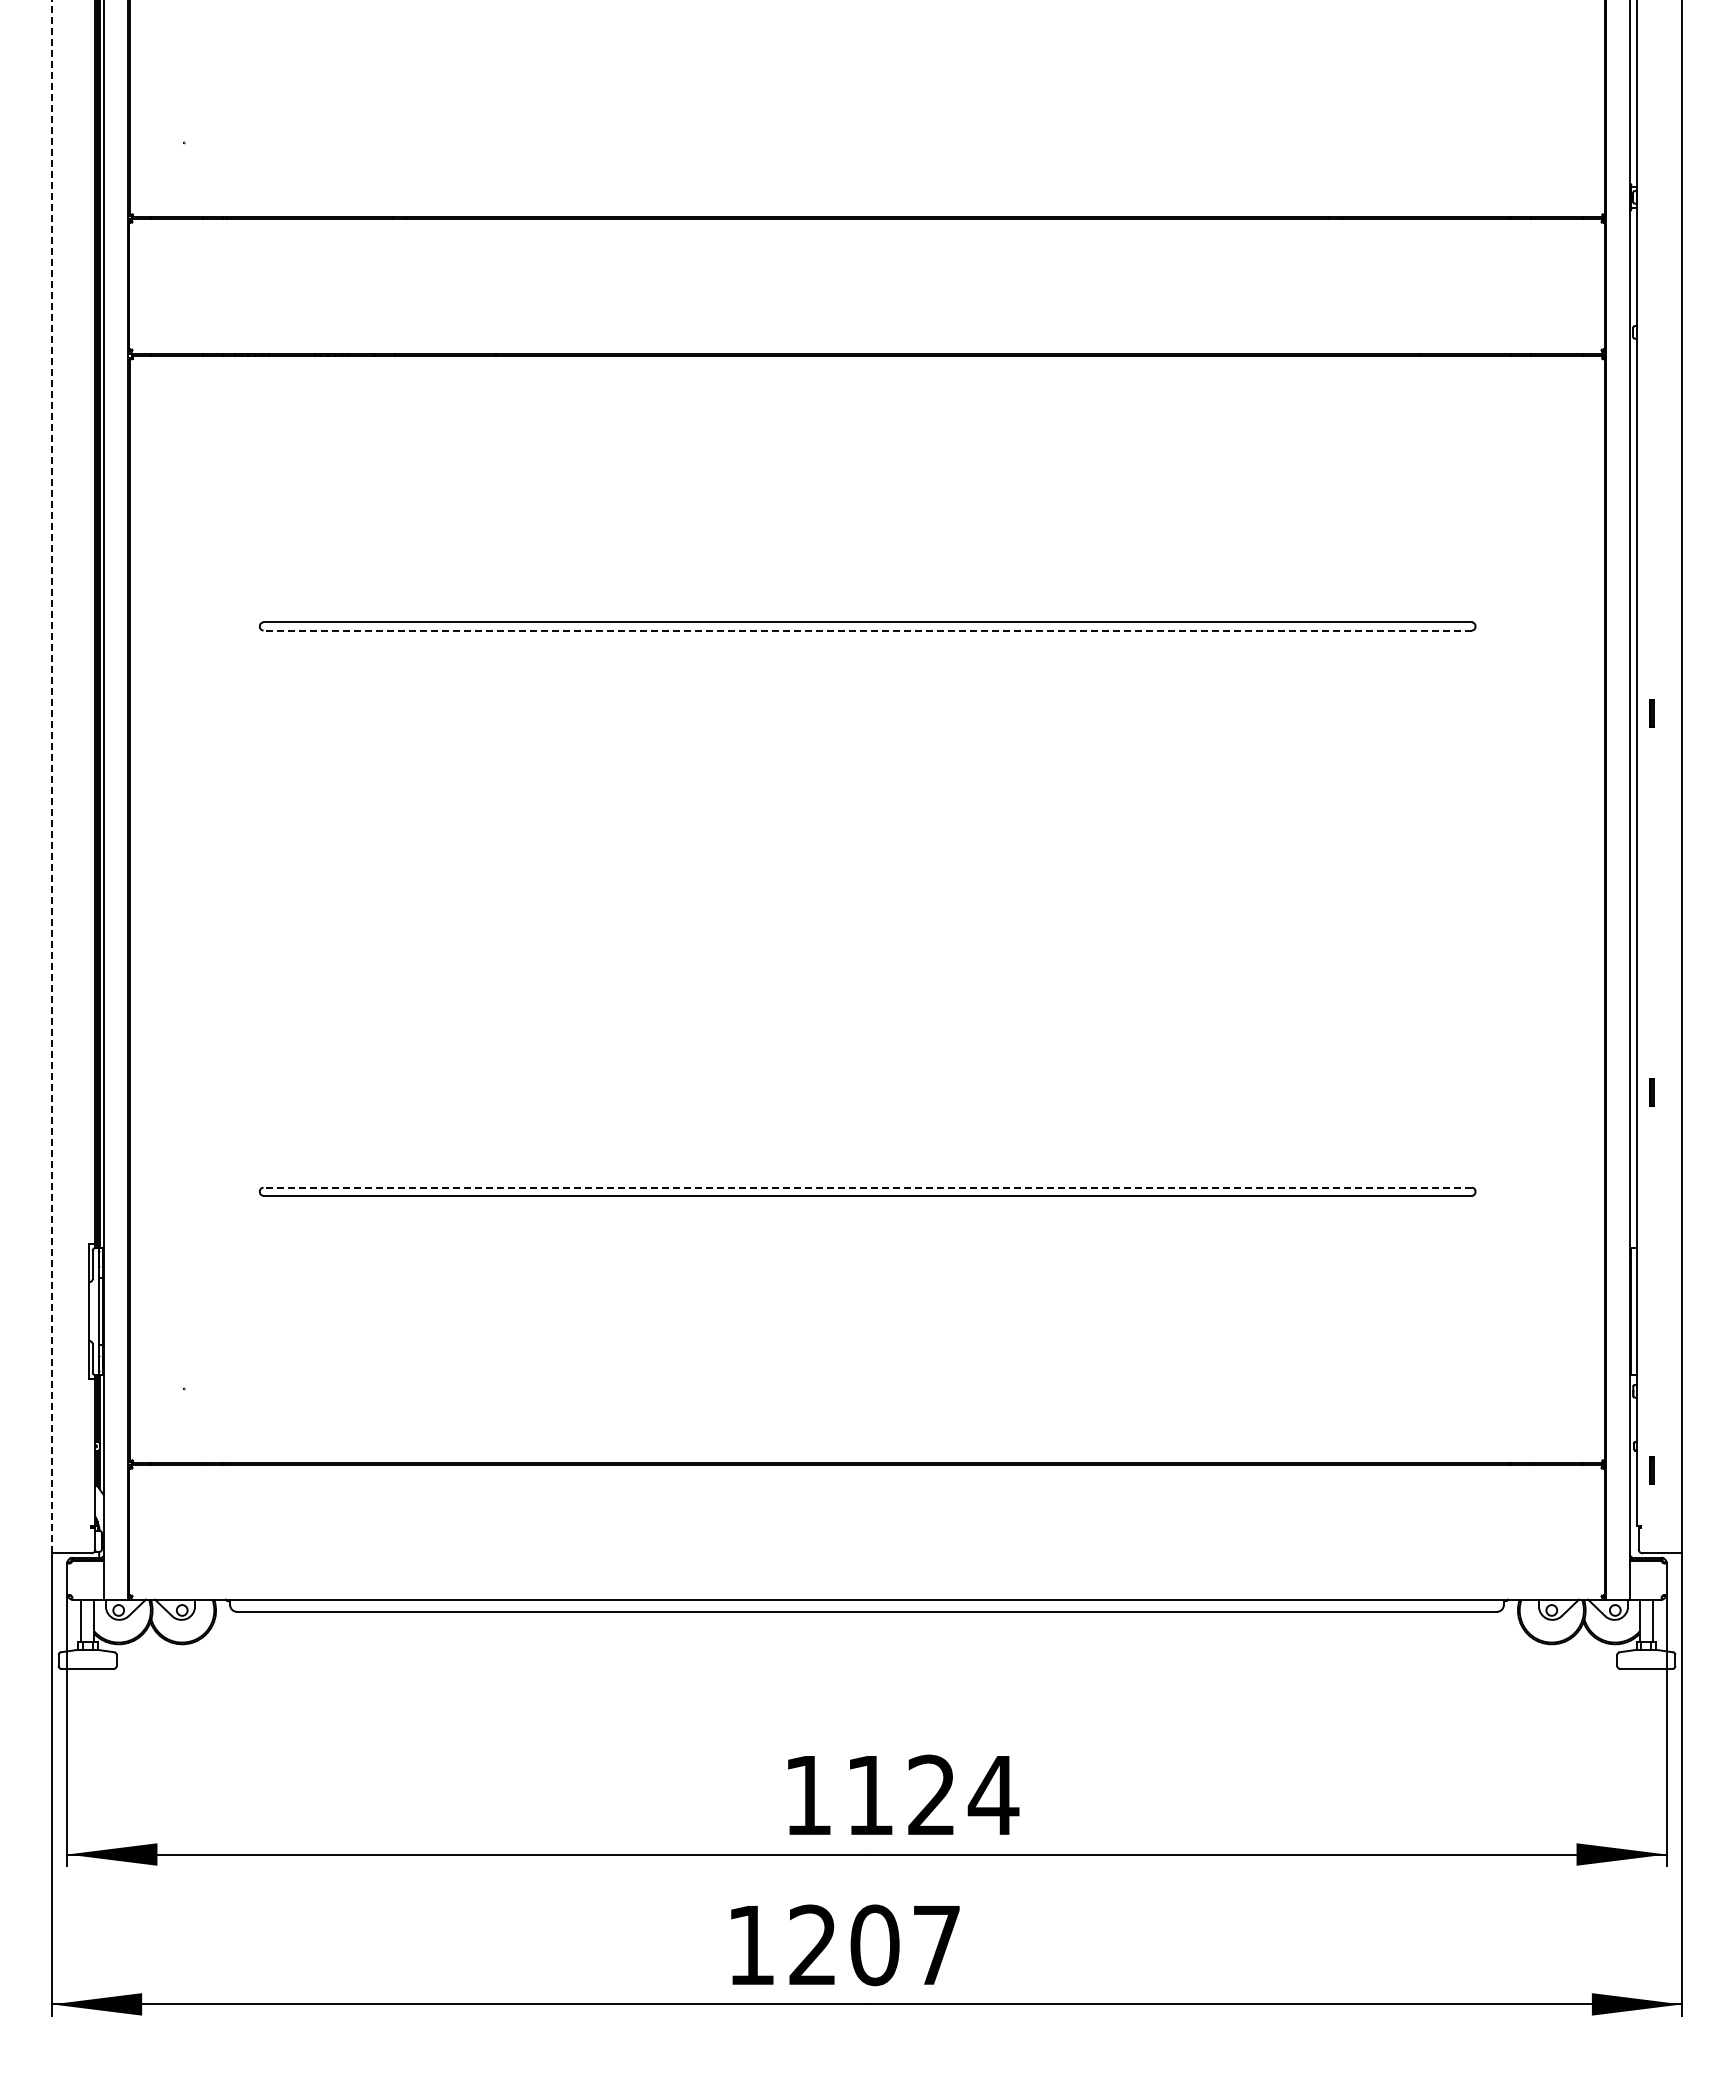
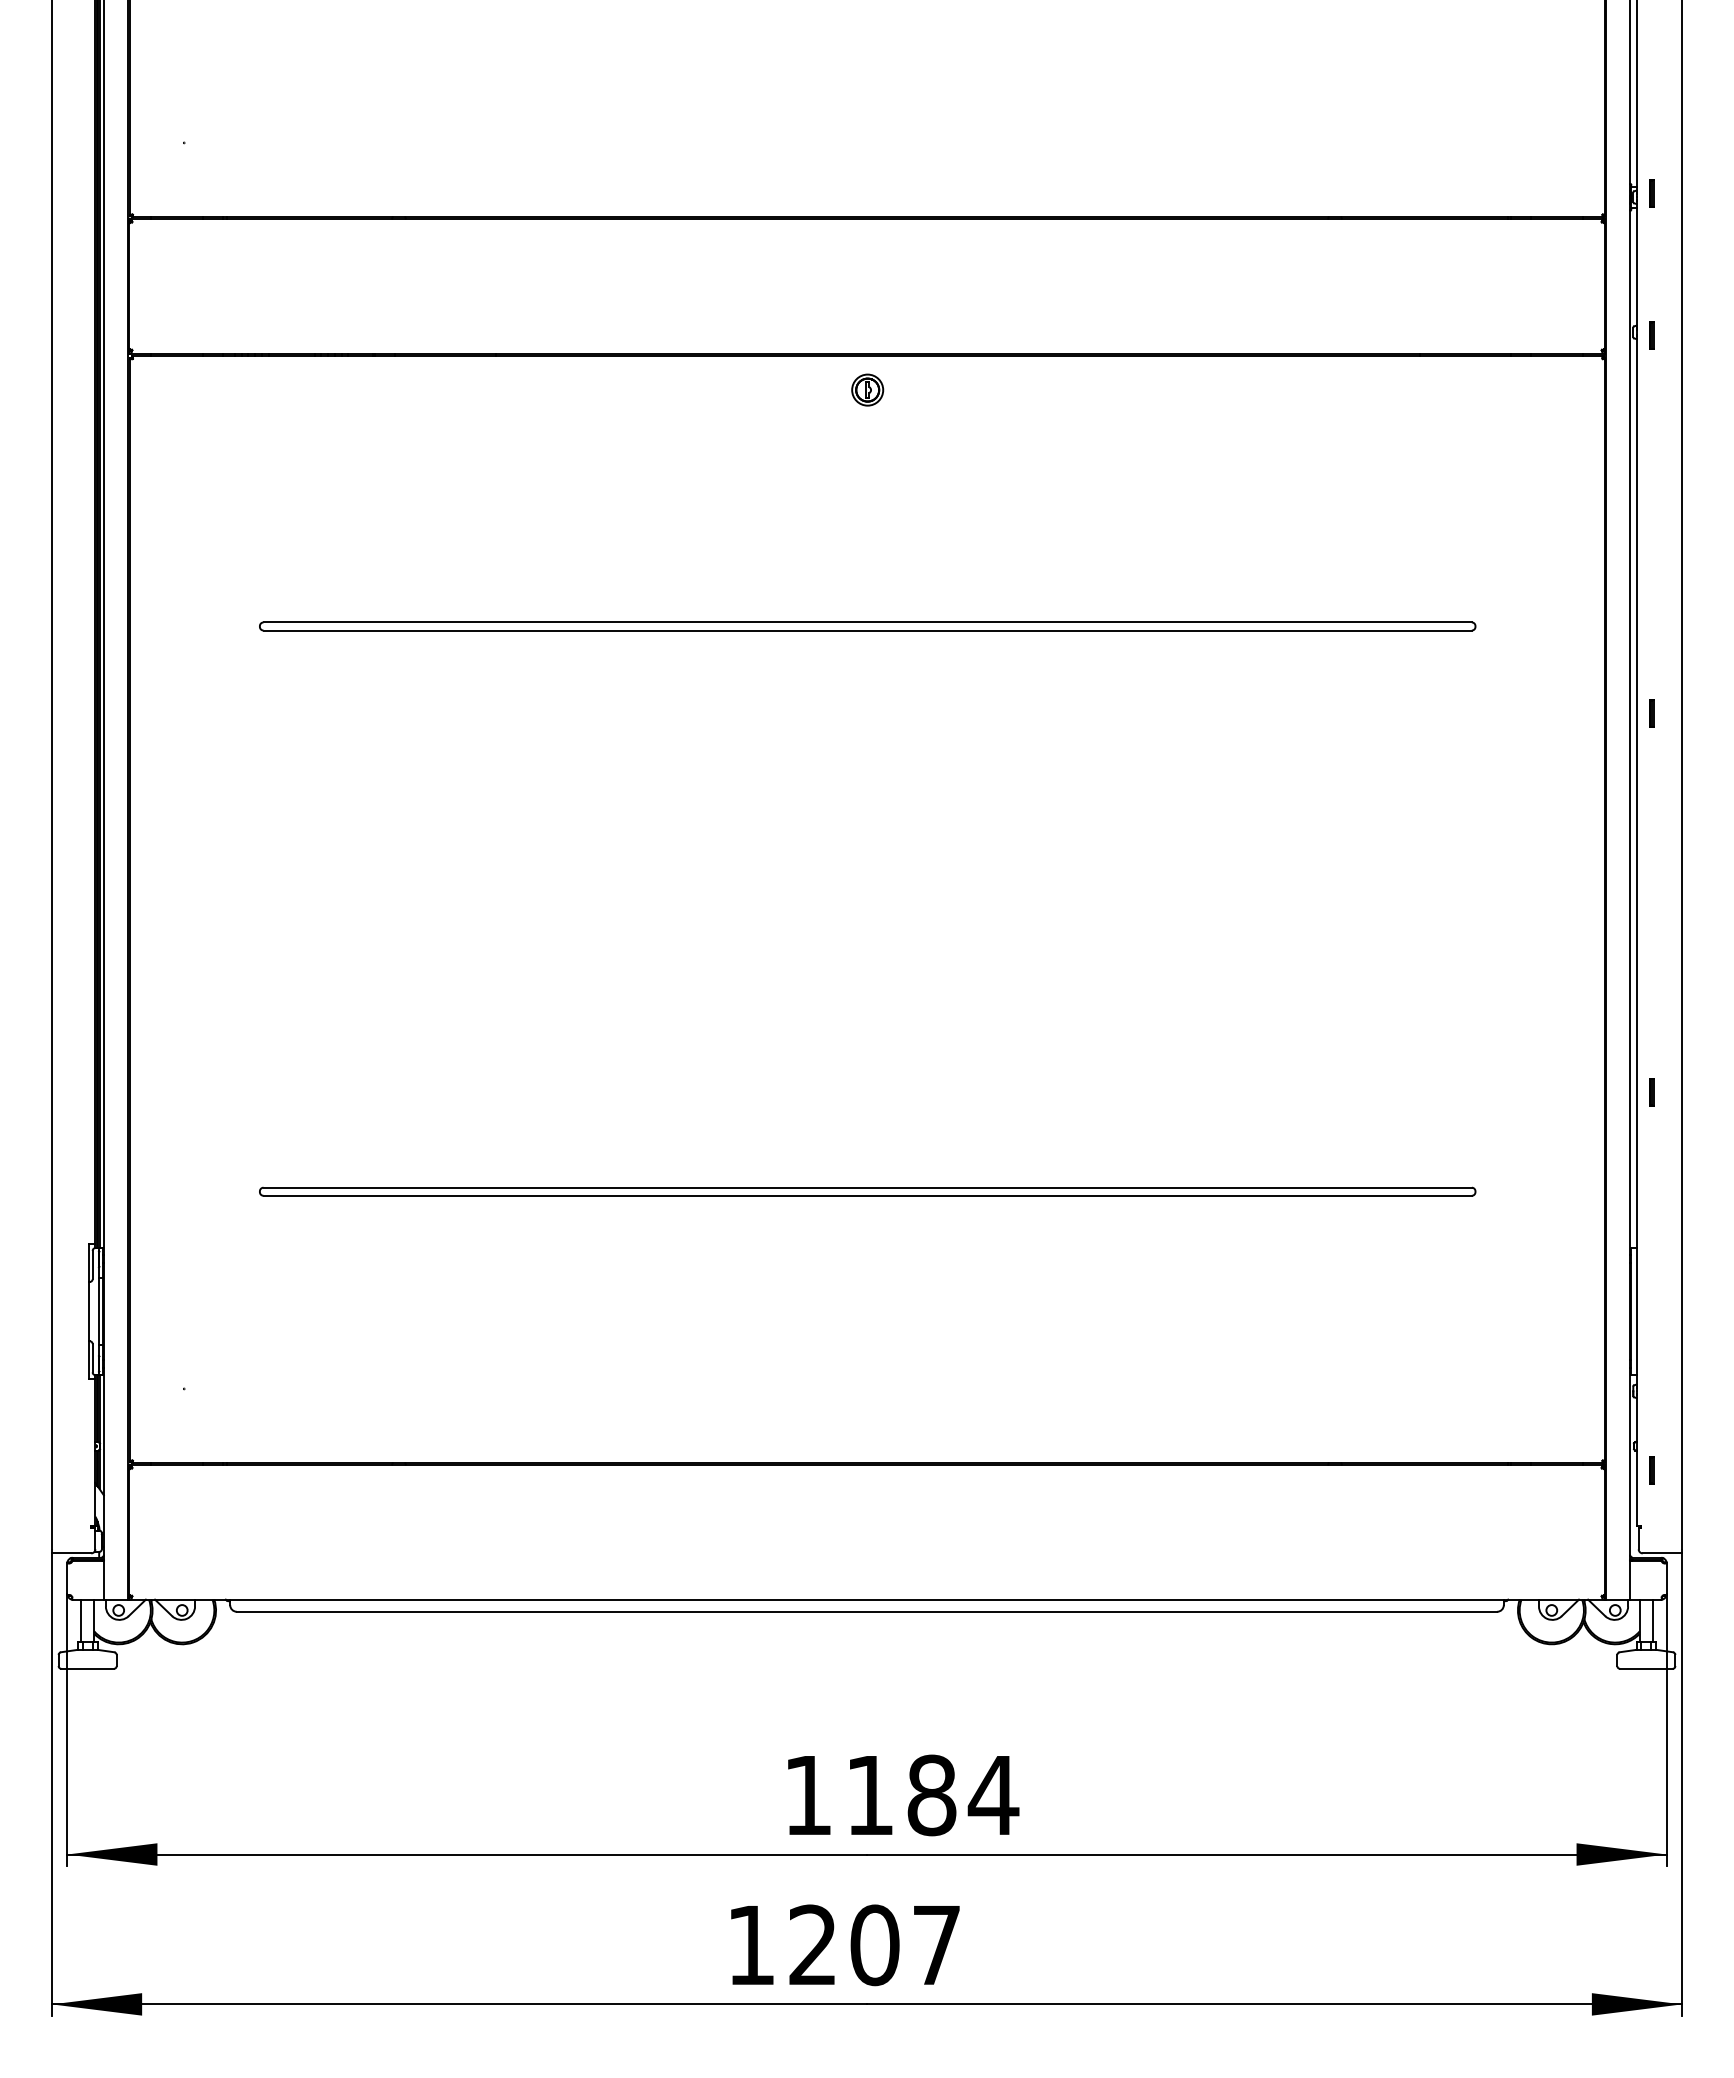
part at (1651, 193): none -> present
part at (1651, 335): none -> present
part at (867, 389): none -> present
line at (867, 630): dashed -> solid
line at (52, 776): dashed -> solid
line at (867, 1187): dashed -> solid
text at (931, 1795): 1124 -> 1184
